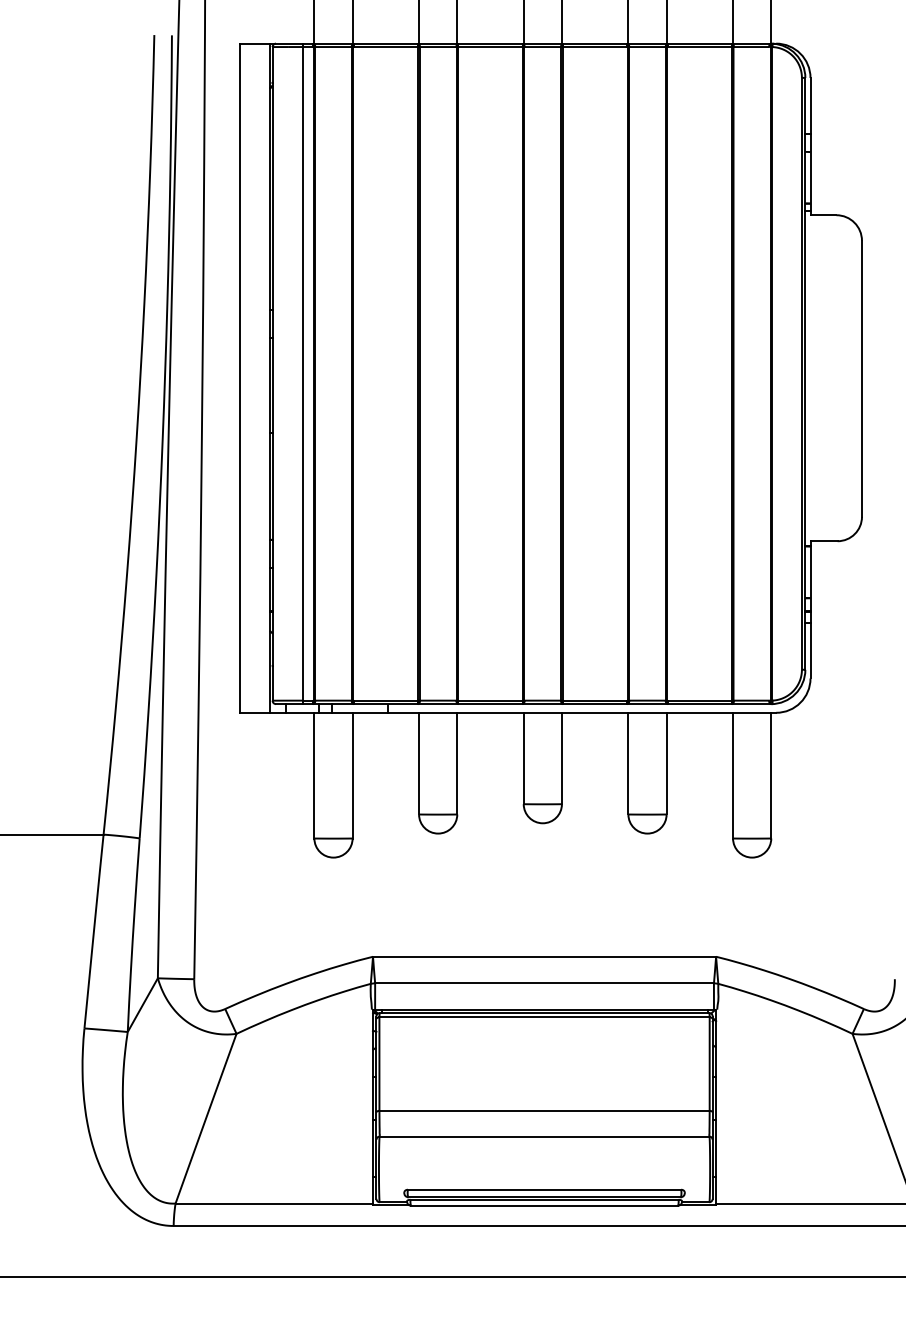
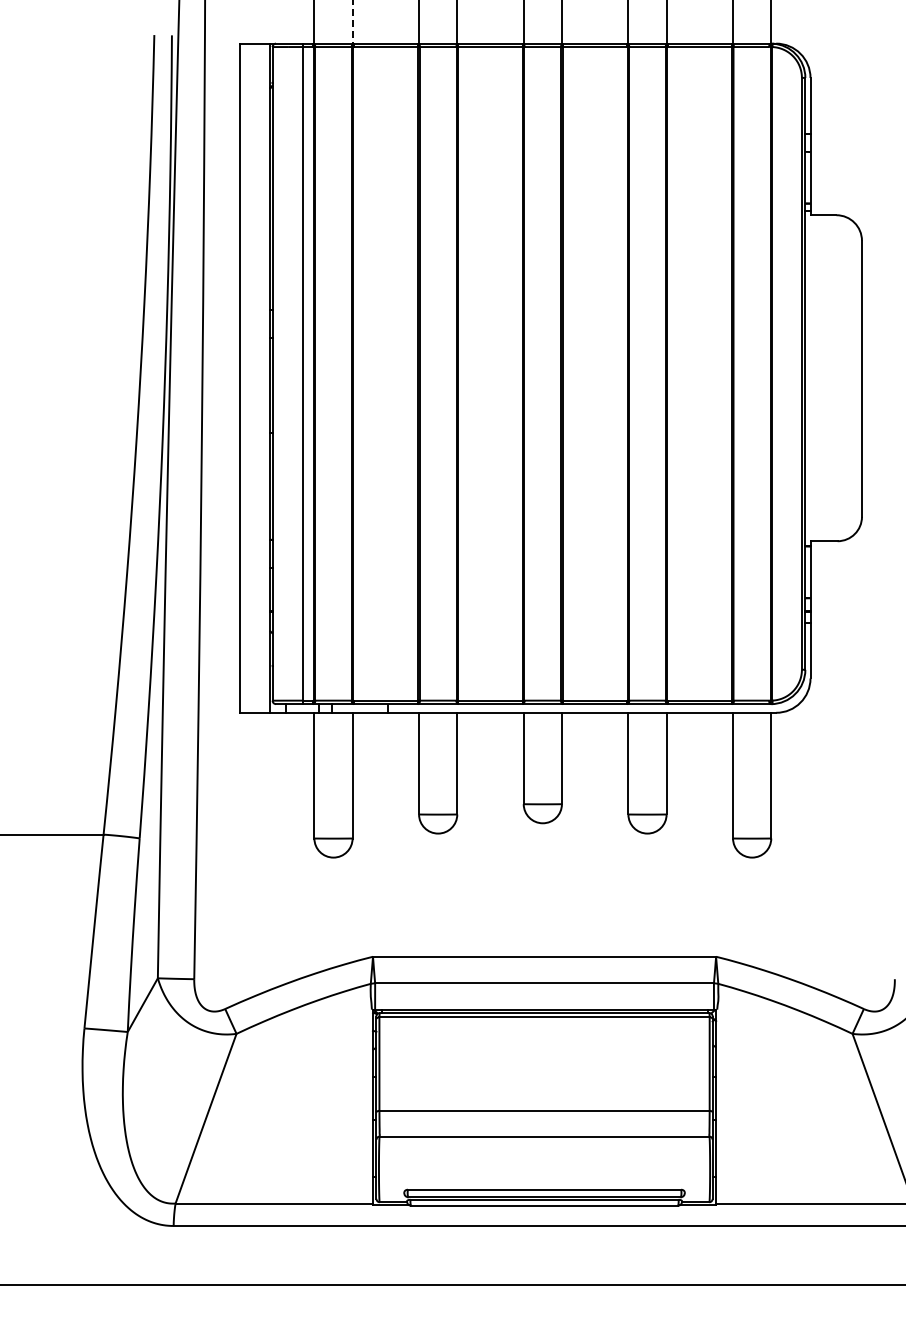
line at (352, 22): solid -> dashed
line at (452, 1277) position: (452, 1277) -> (452, 1285)
